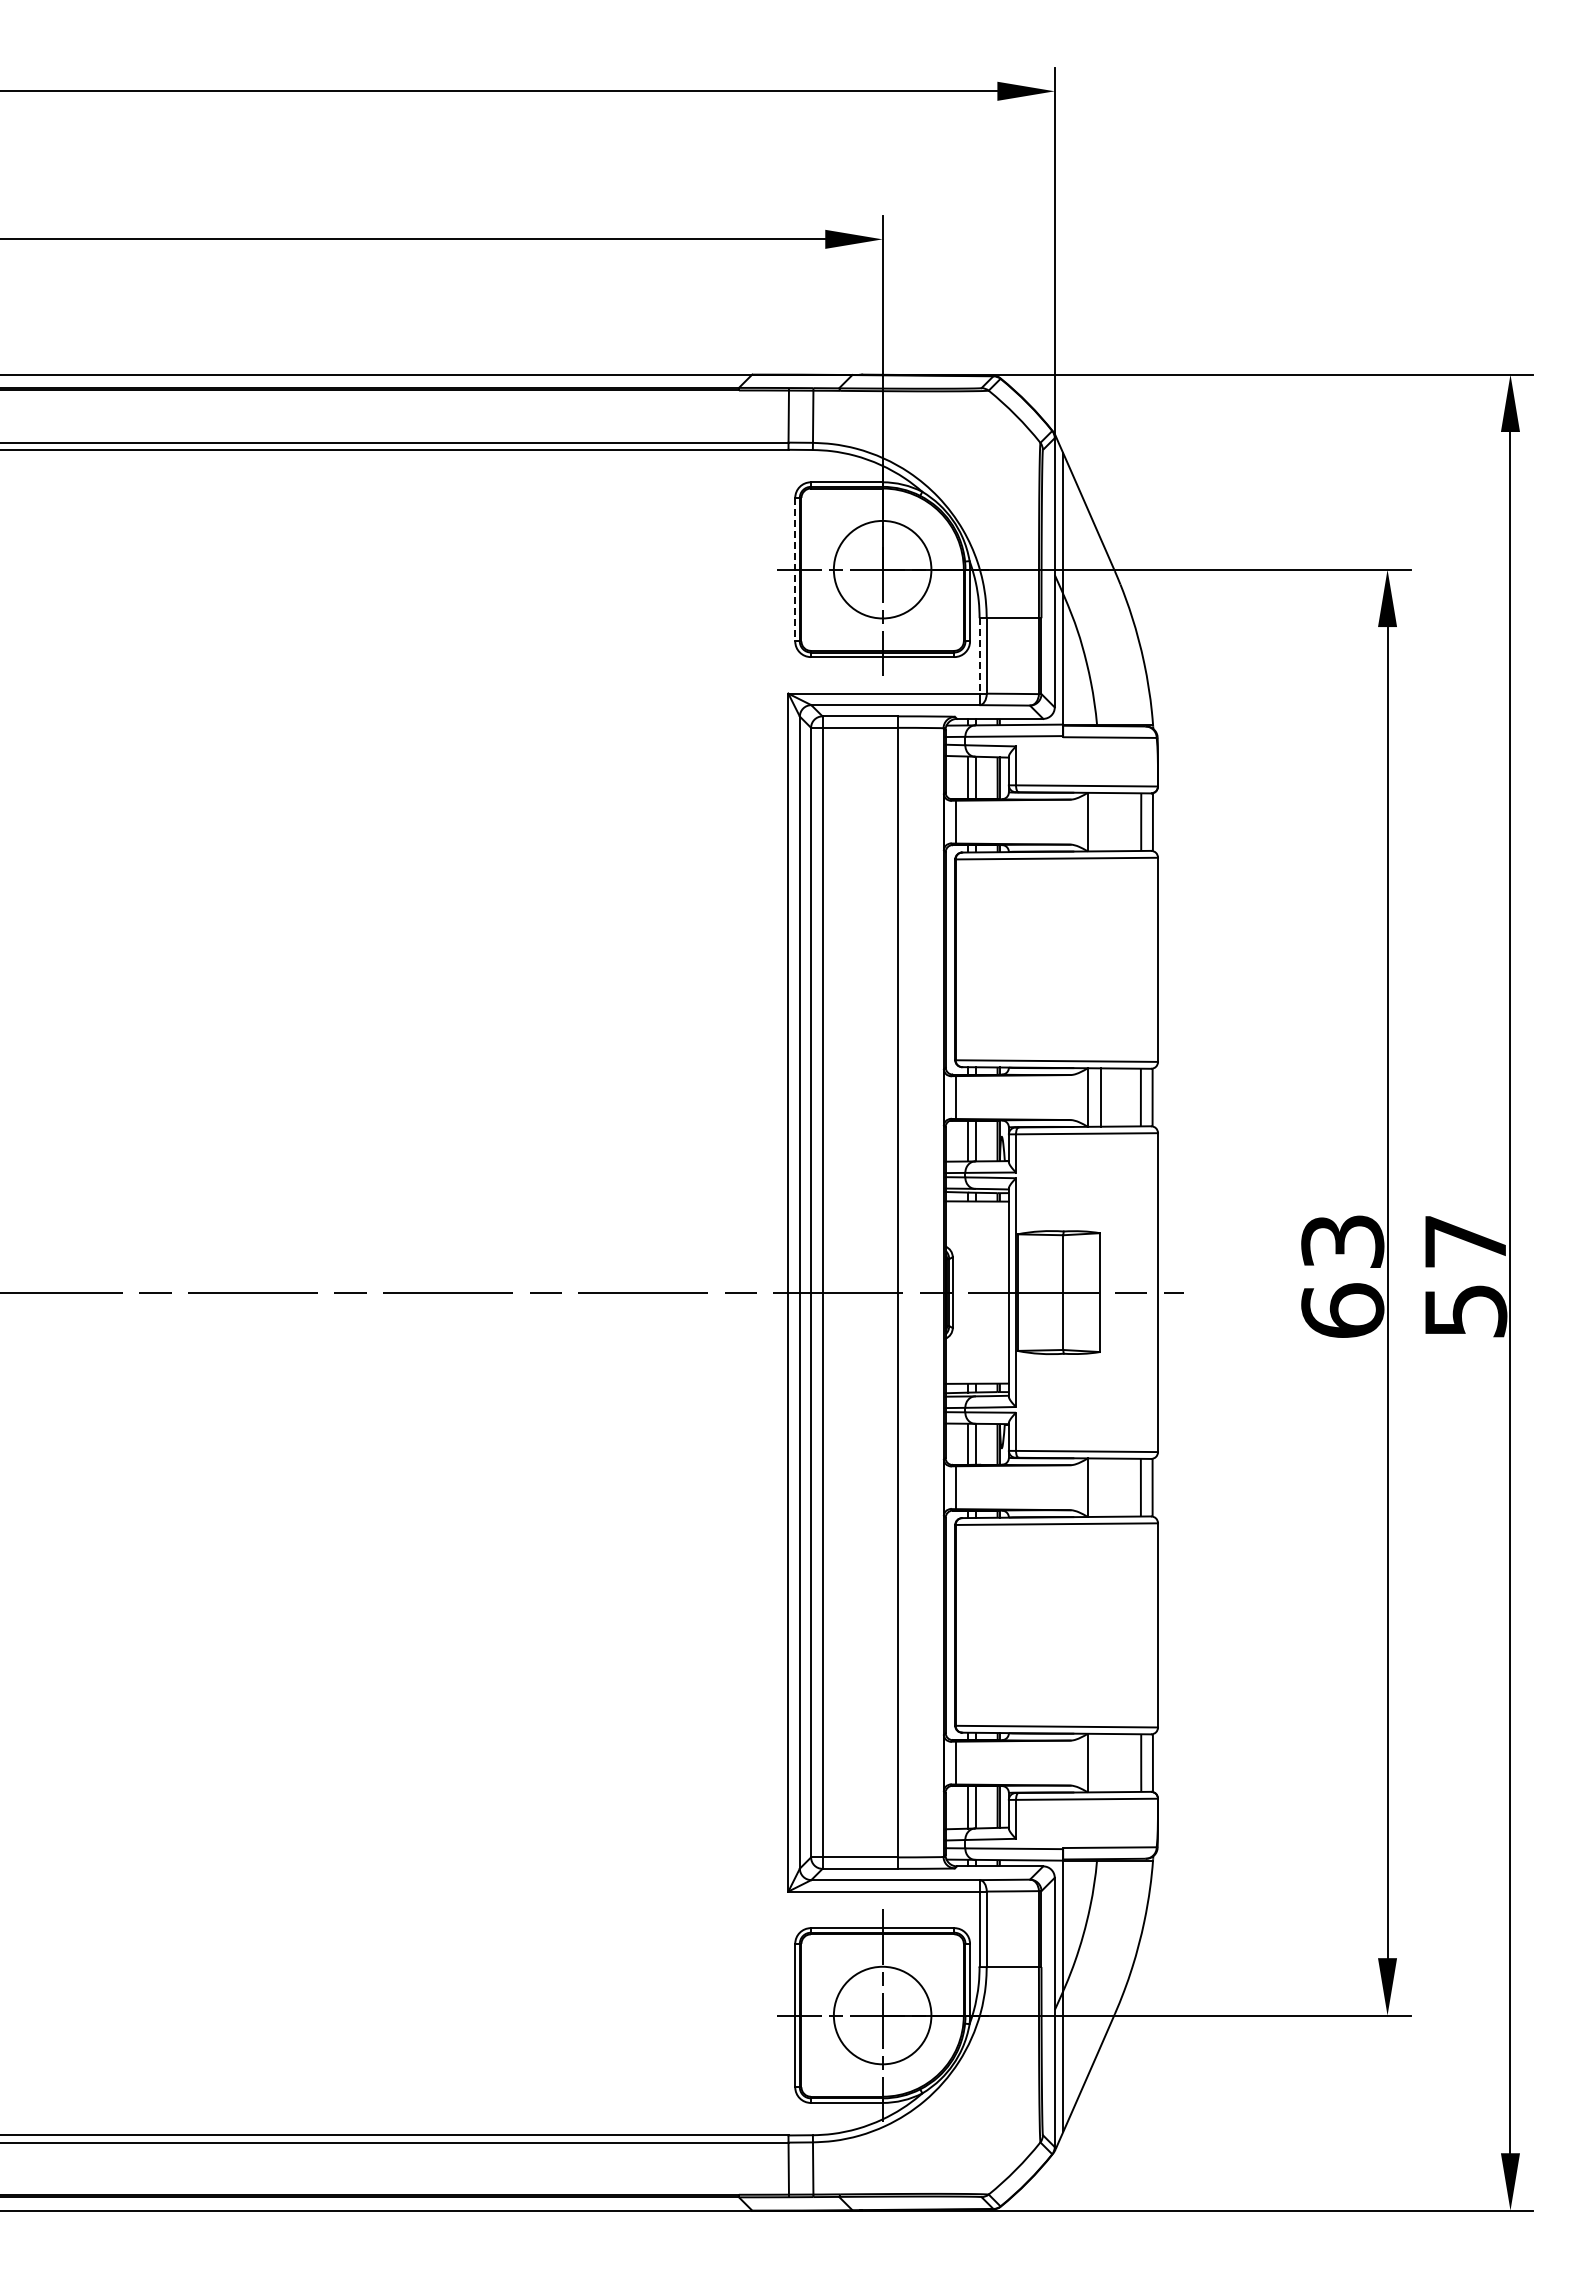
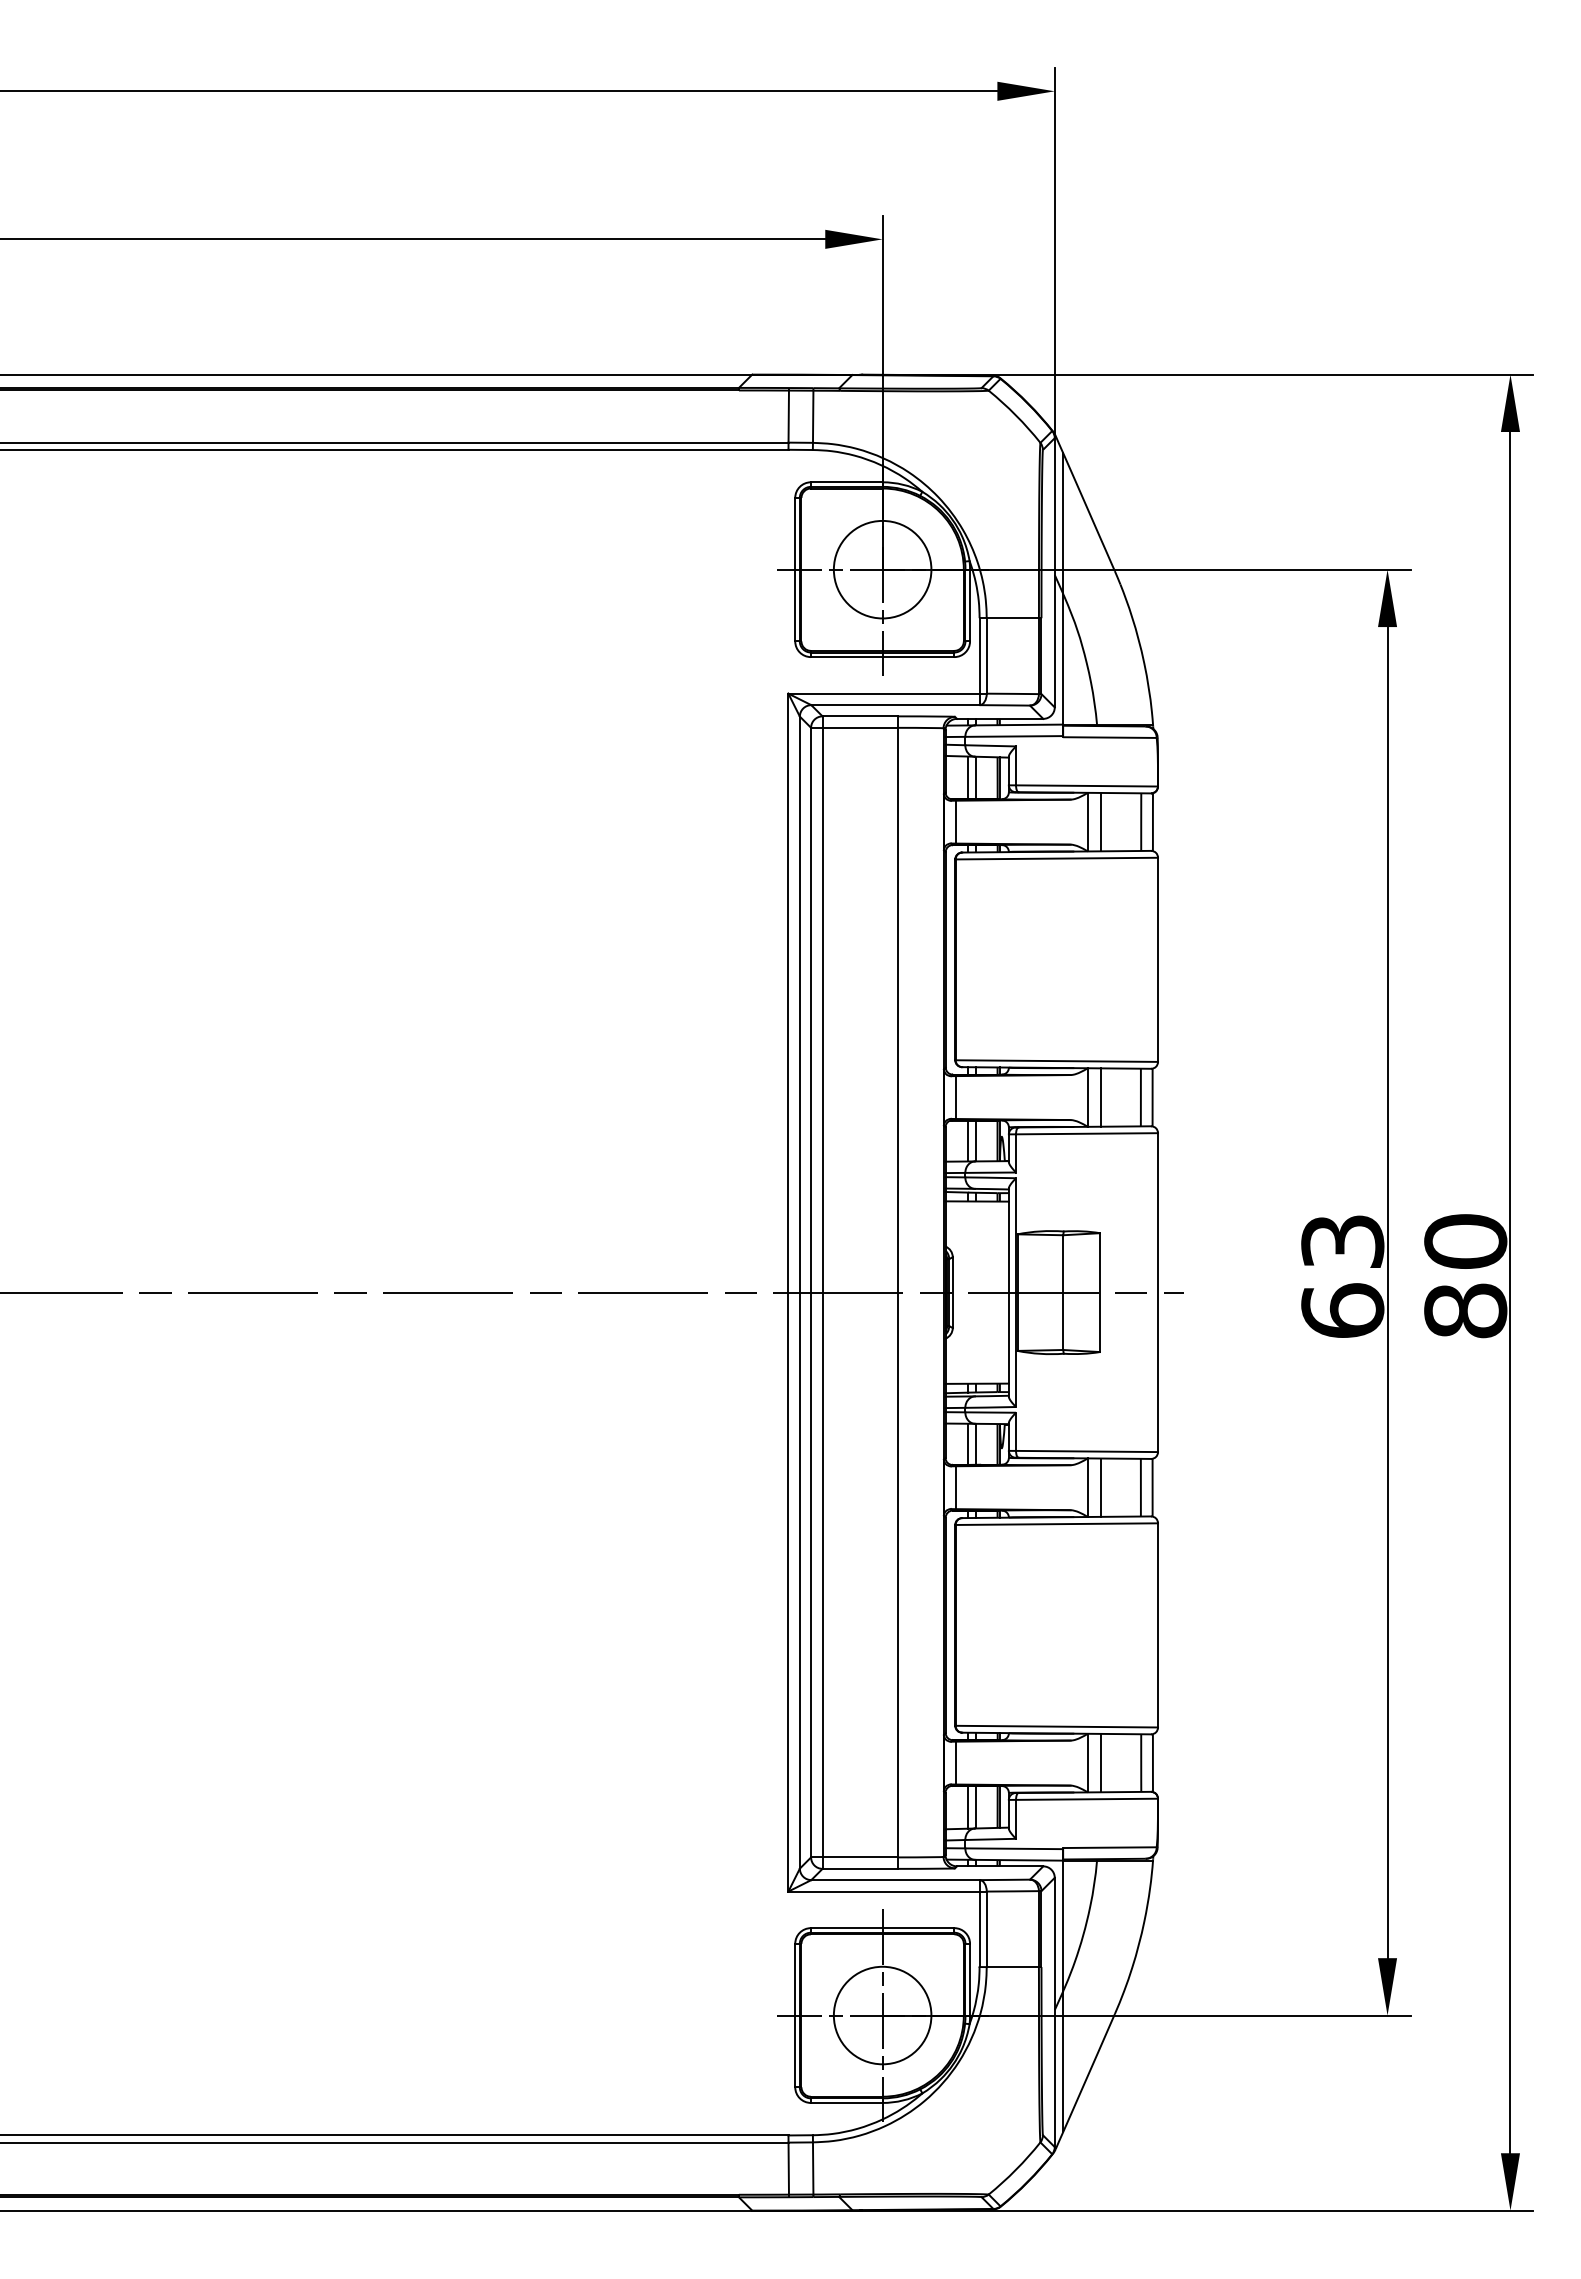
line at (795, 569): dashed -> solid
line at (979, 655): dashed -> solid
line at (1100, 821): none -> present
text at (1465, 1276): 57 -> 80
line at (1100, 1487): none -> present
line at (1100, 1762): none -> present
